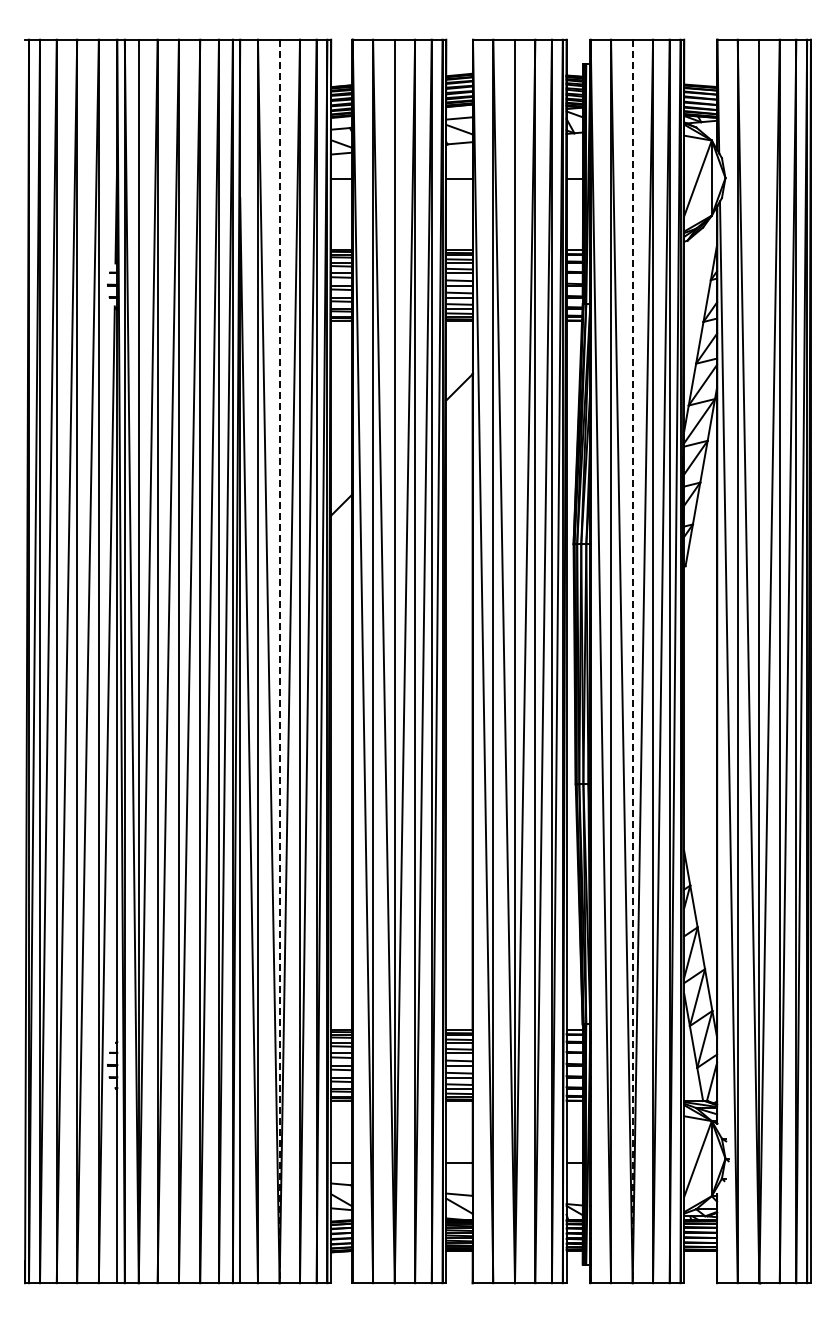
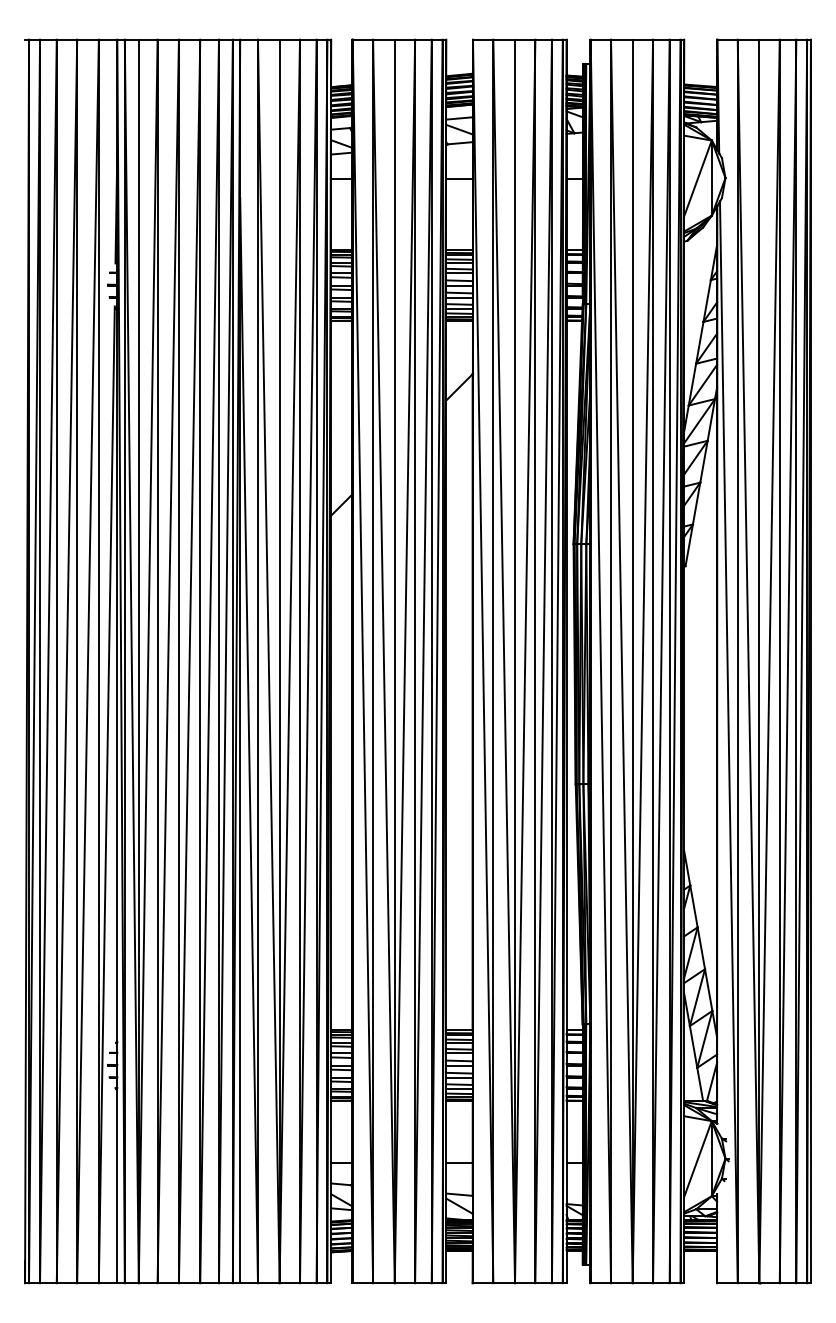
line at (279, 661): dashed -> solid
line at (632, 661): dashed -> solid
